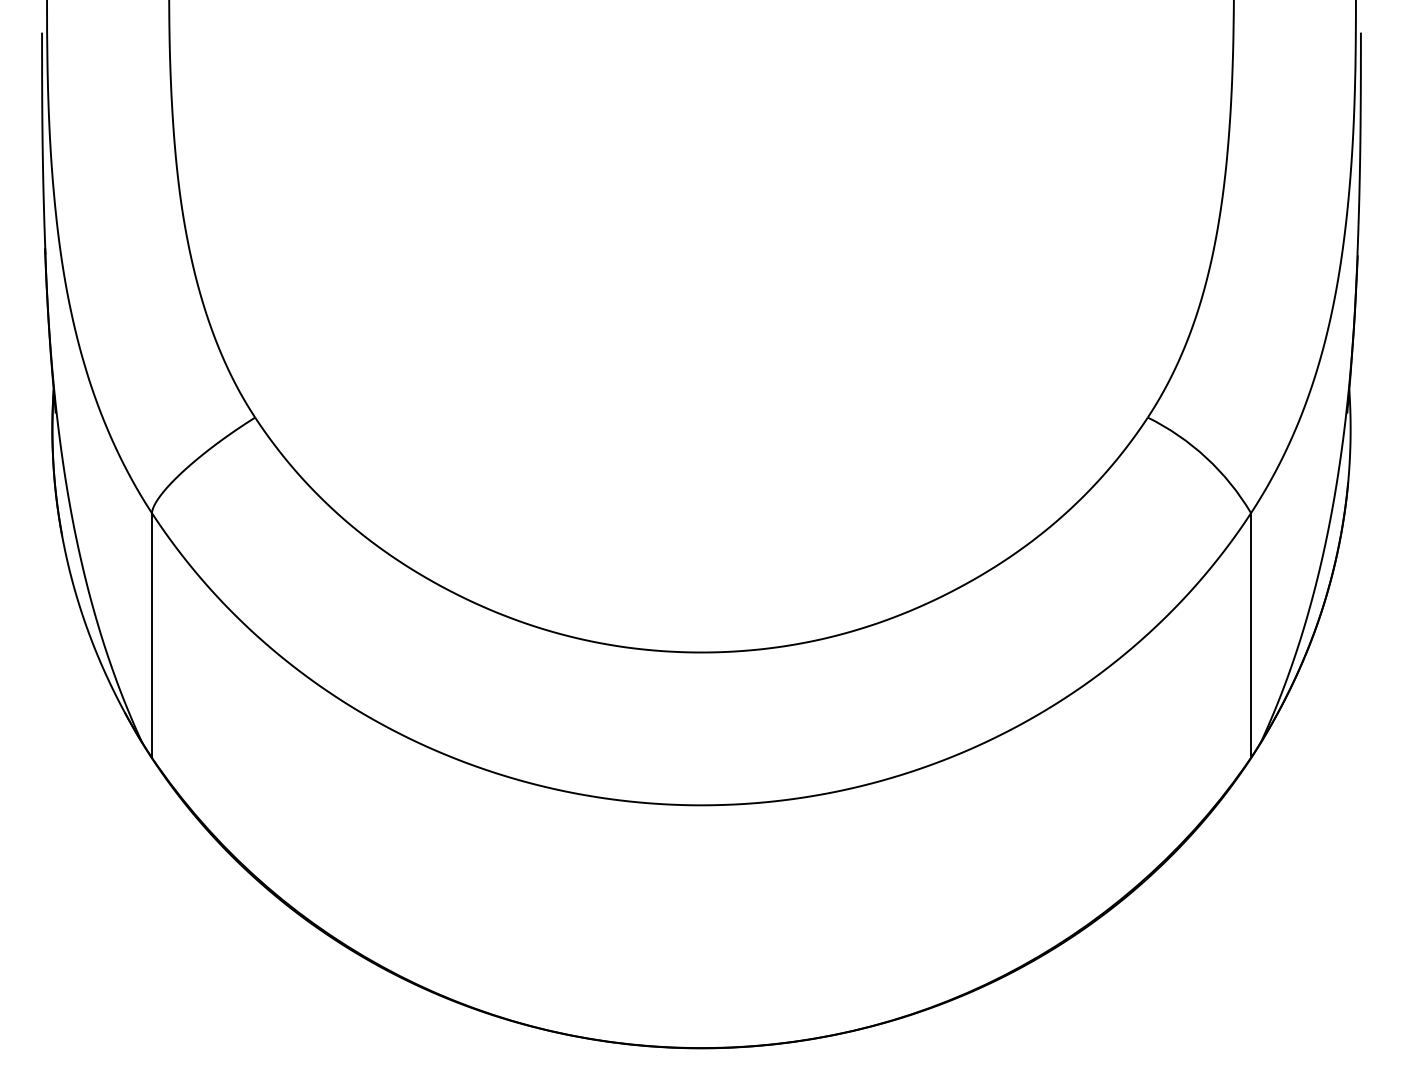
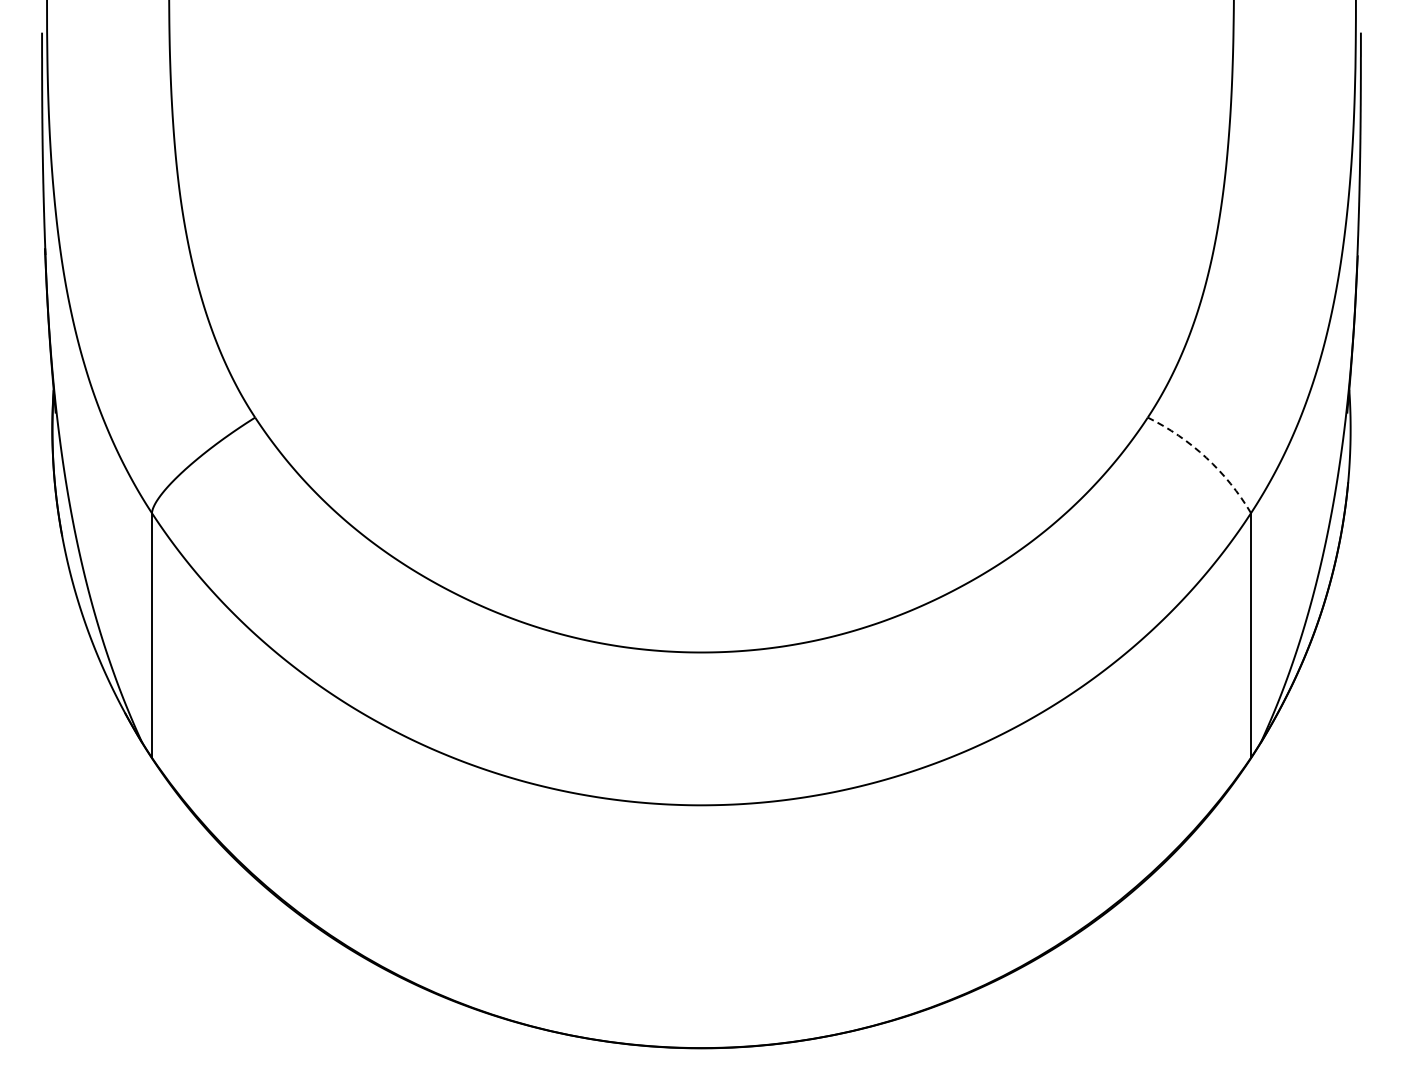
arc at (1206, 457): solid -> dashed
